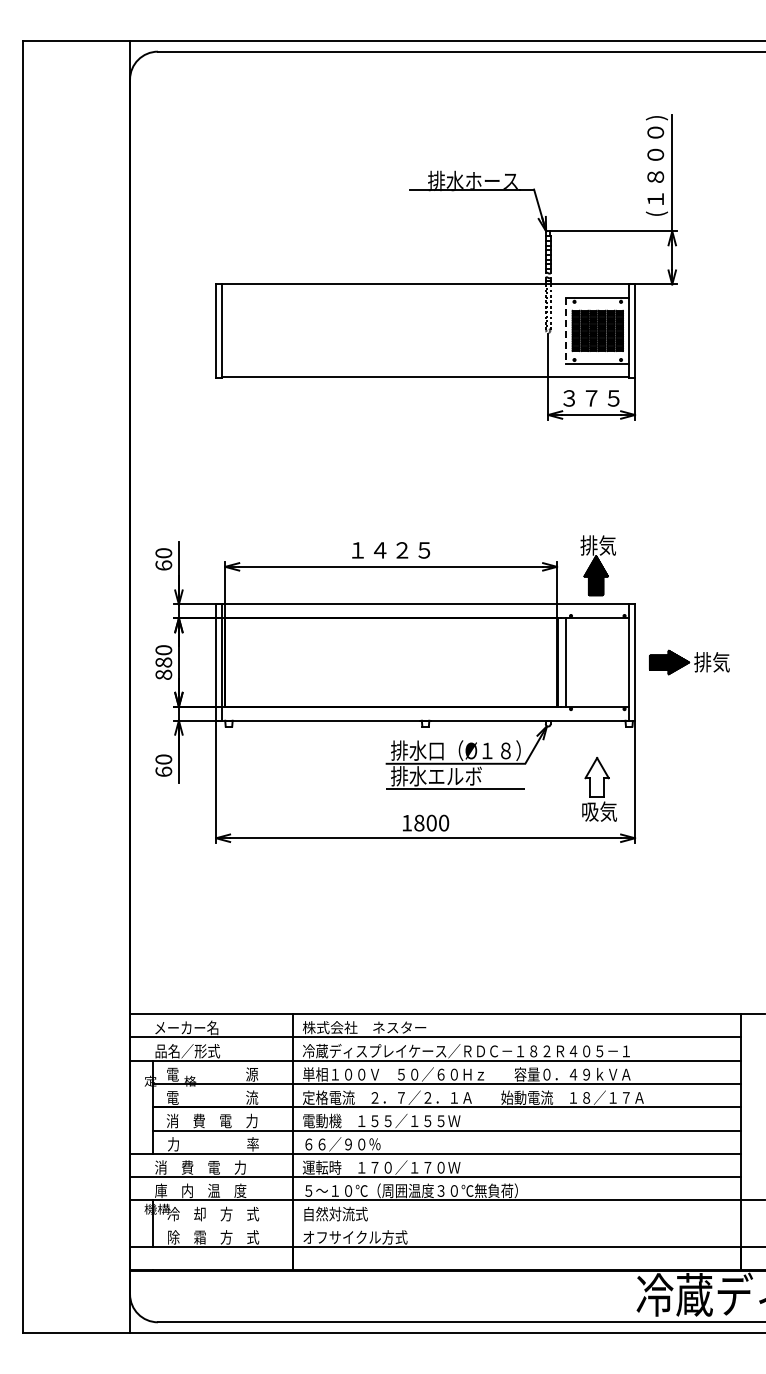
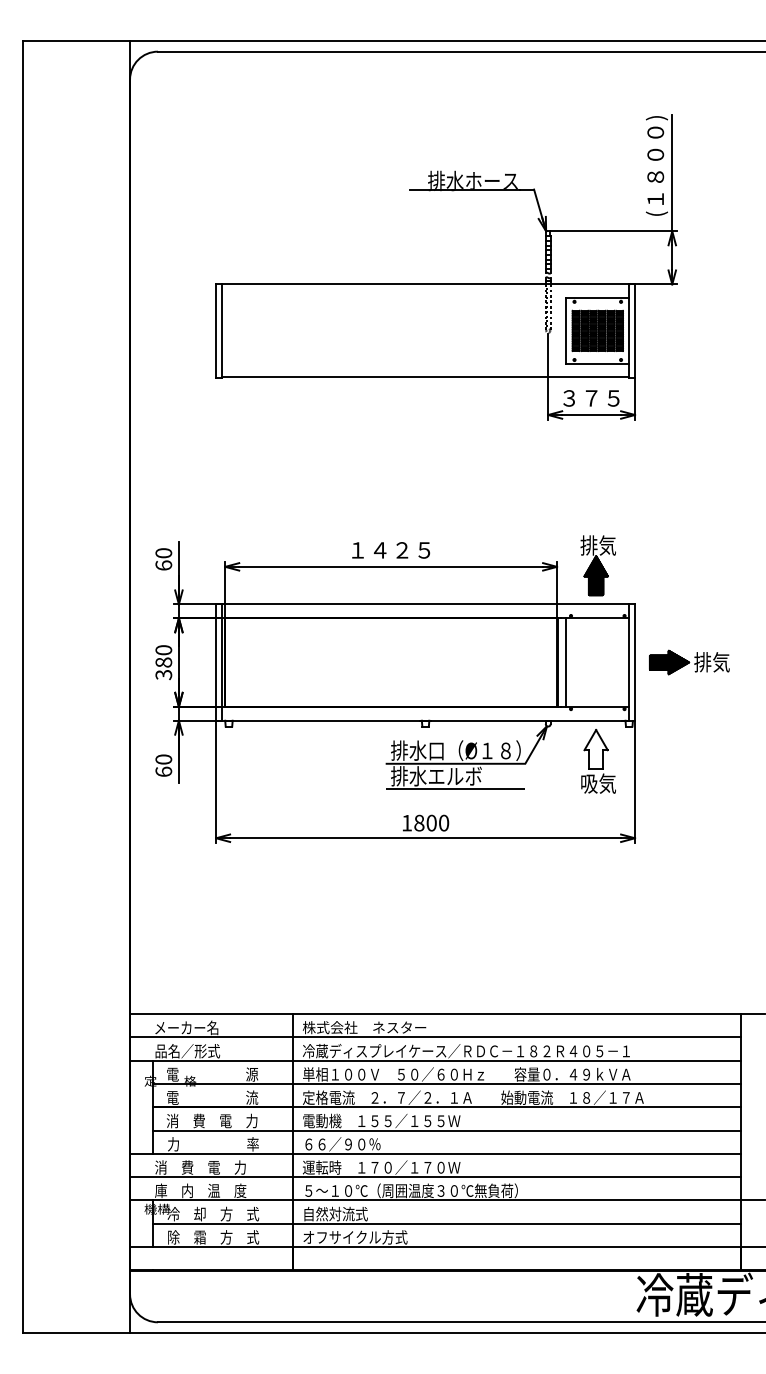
line at (566, 330): dashed -> solid
text at (163, 674): 880 -> 380
part at (599, 789) position: (599, 789) -> (598, 761)
line at (447, 1223): none -> present
